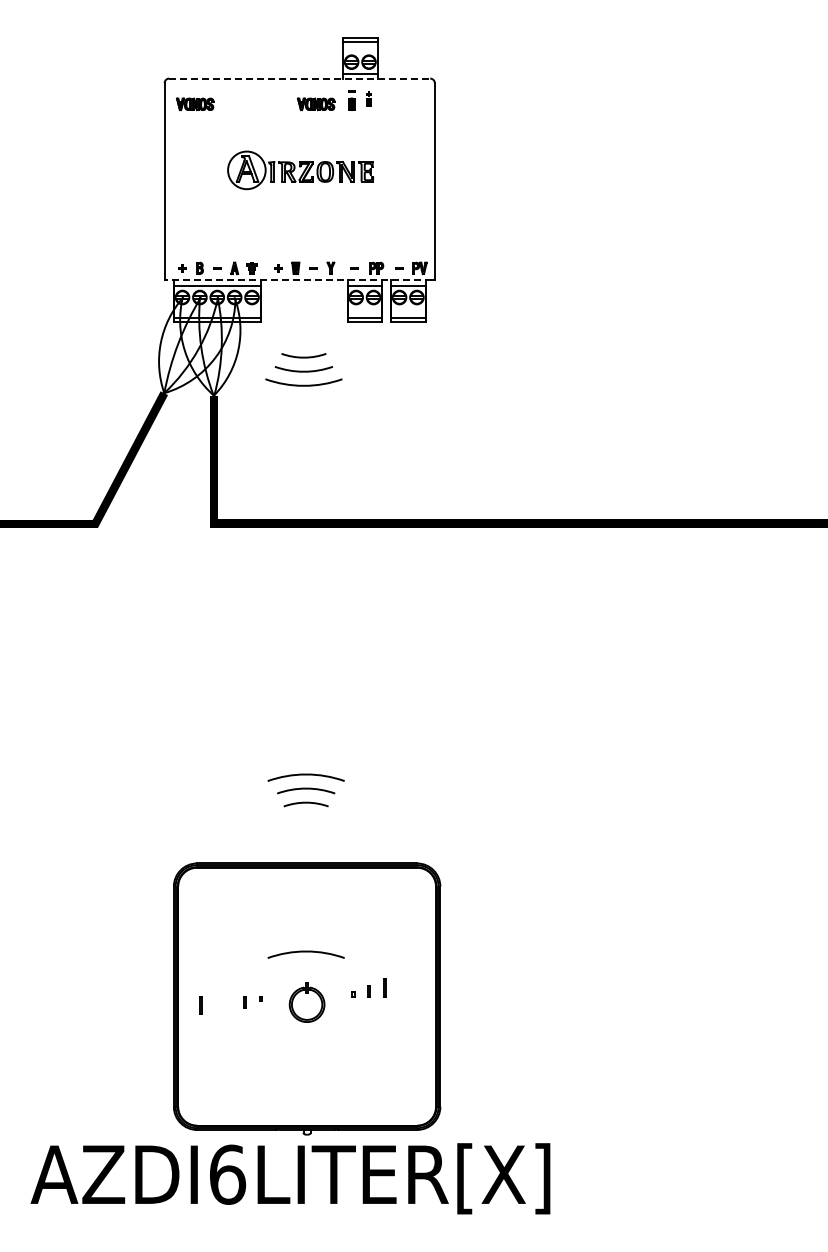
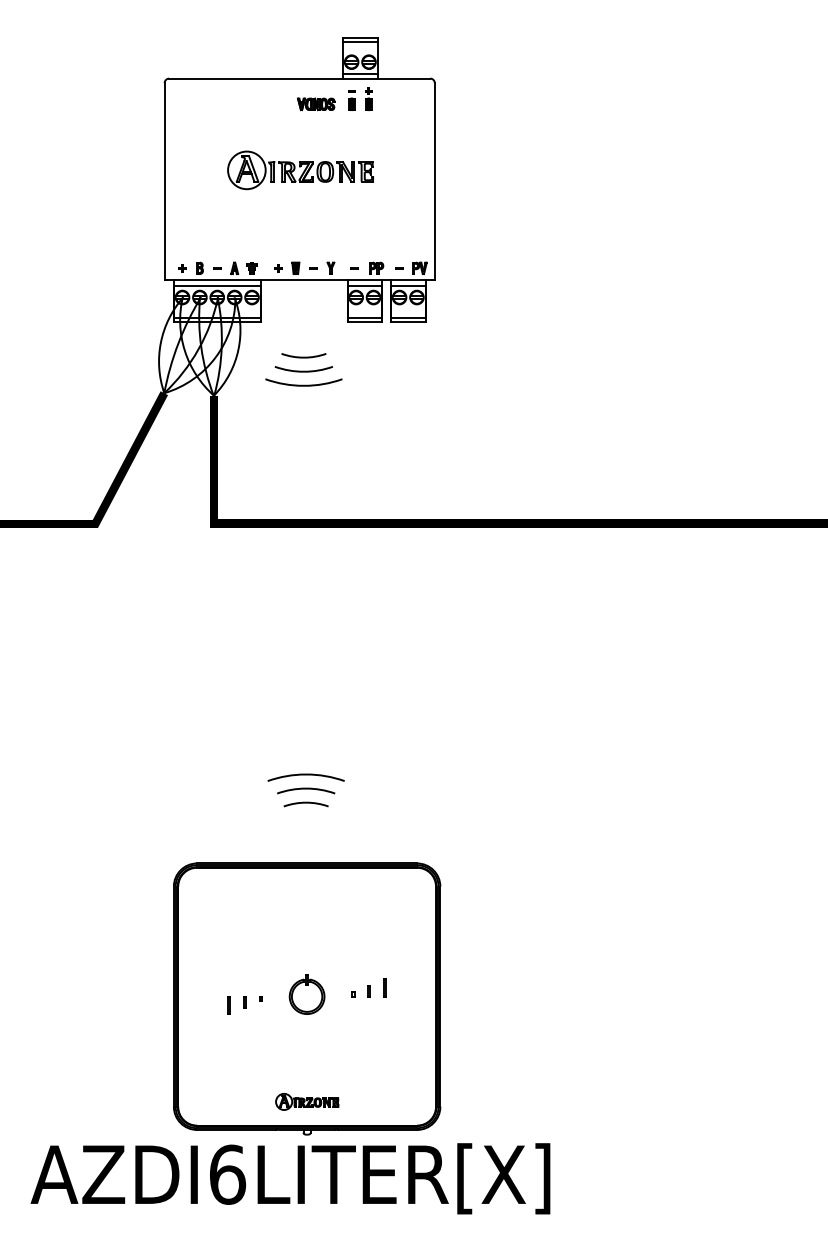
line at (299, 78): dashed -> solid
part at (368, 98) size: 6x16 px -> 8x25 px
part at (195, 104): present -> none
line at (299, 280): dashed -> solid
arc at (305, 952): present -> none
part at (306, 1002) position: (306, 1002) -> (306, 994)
line at (200, 1005) position: (200, 1005) -> (228, 1005)
part at (307, 1101): none -> present
